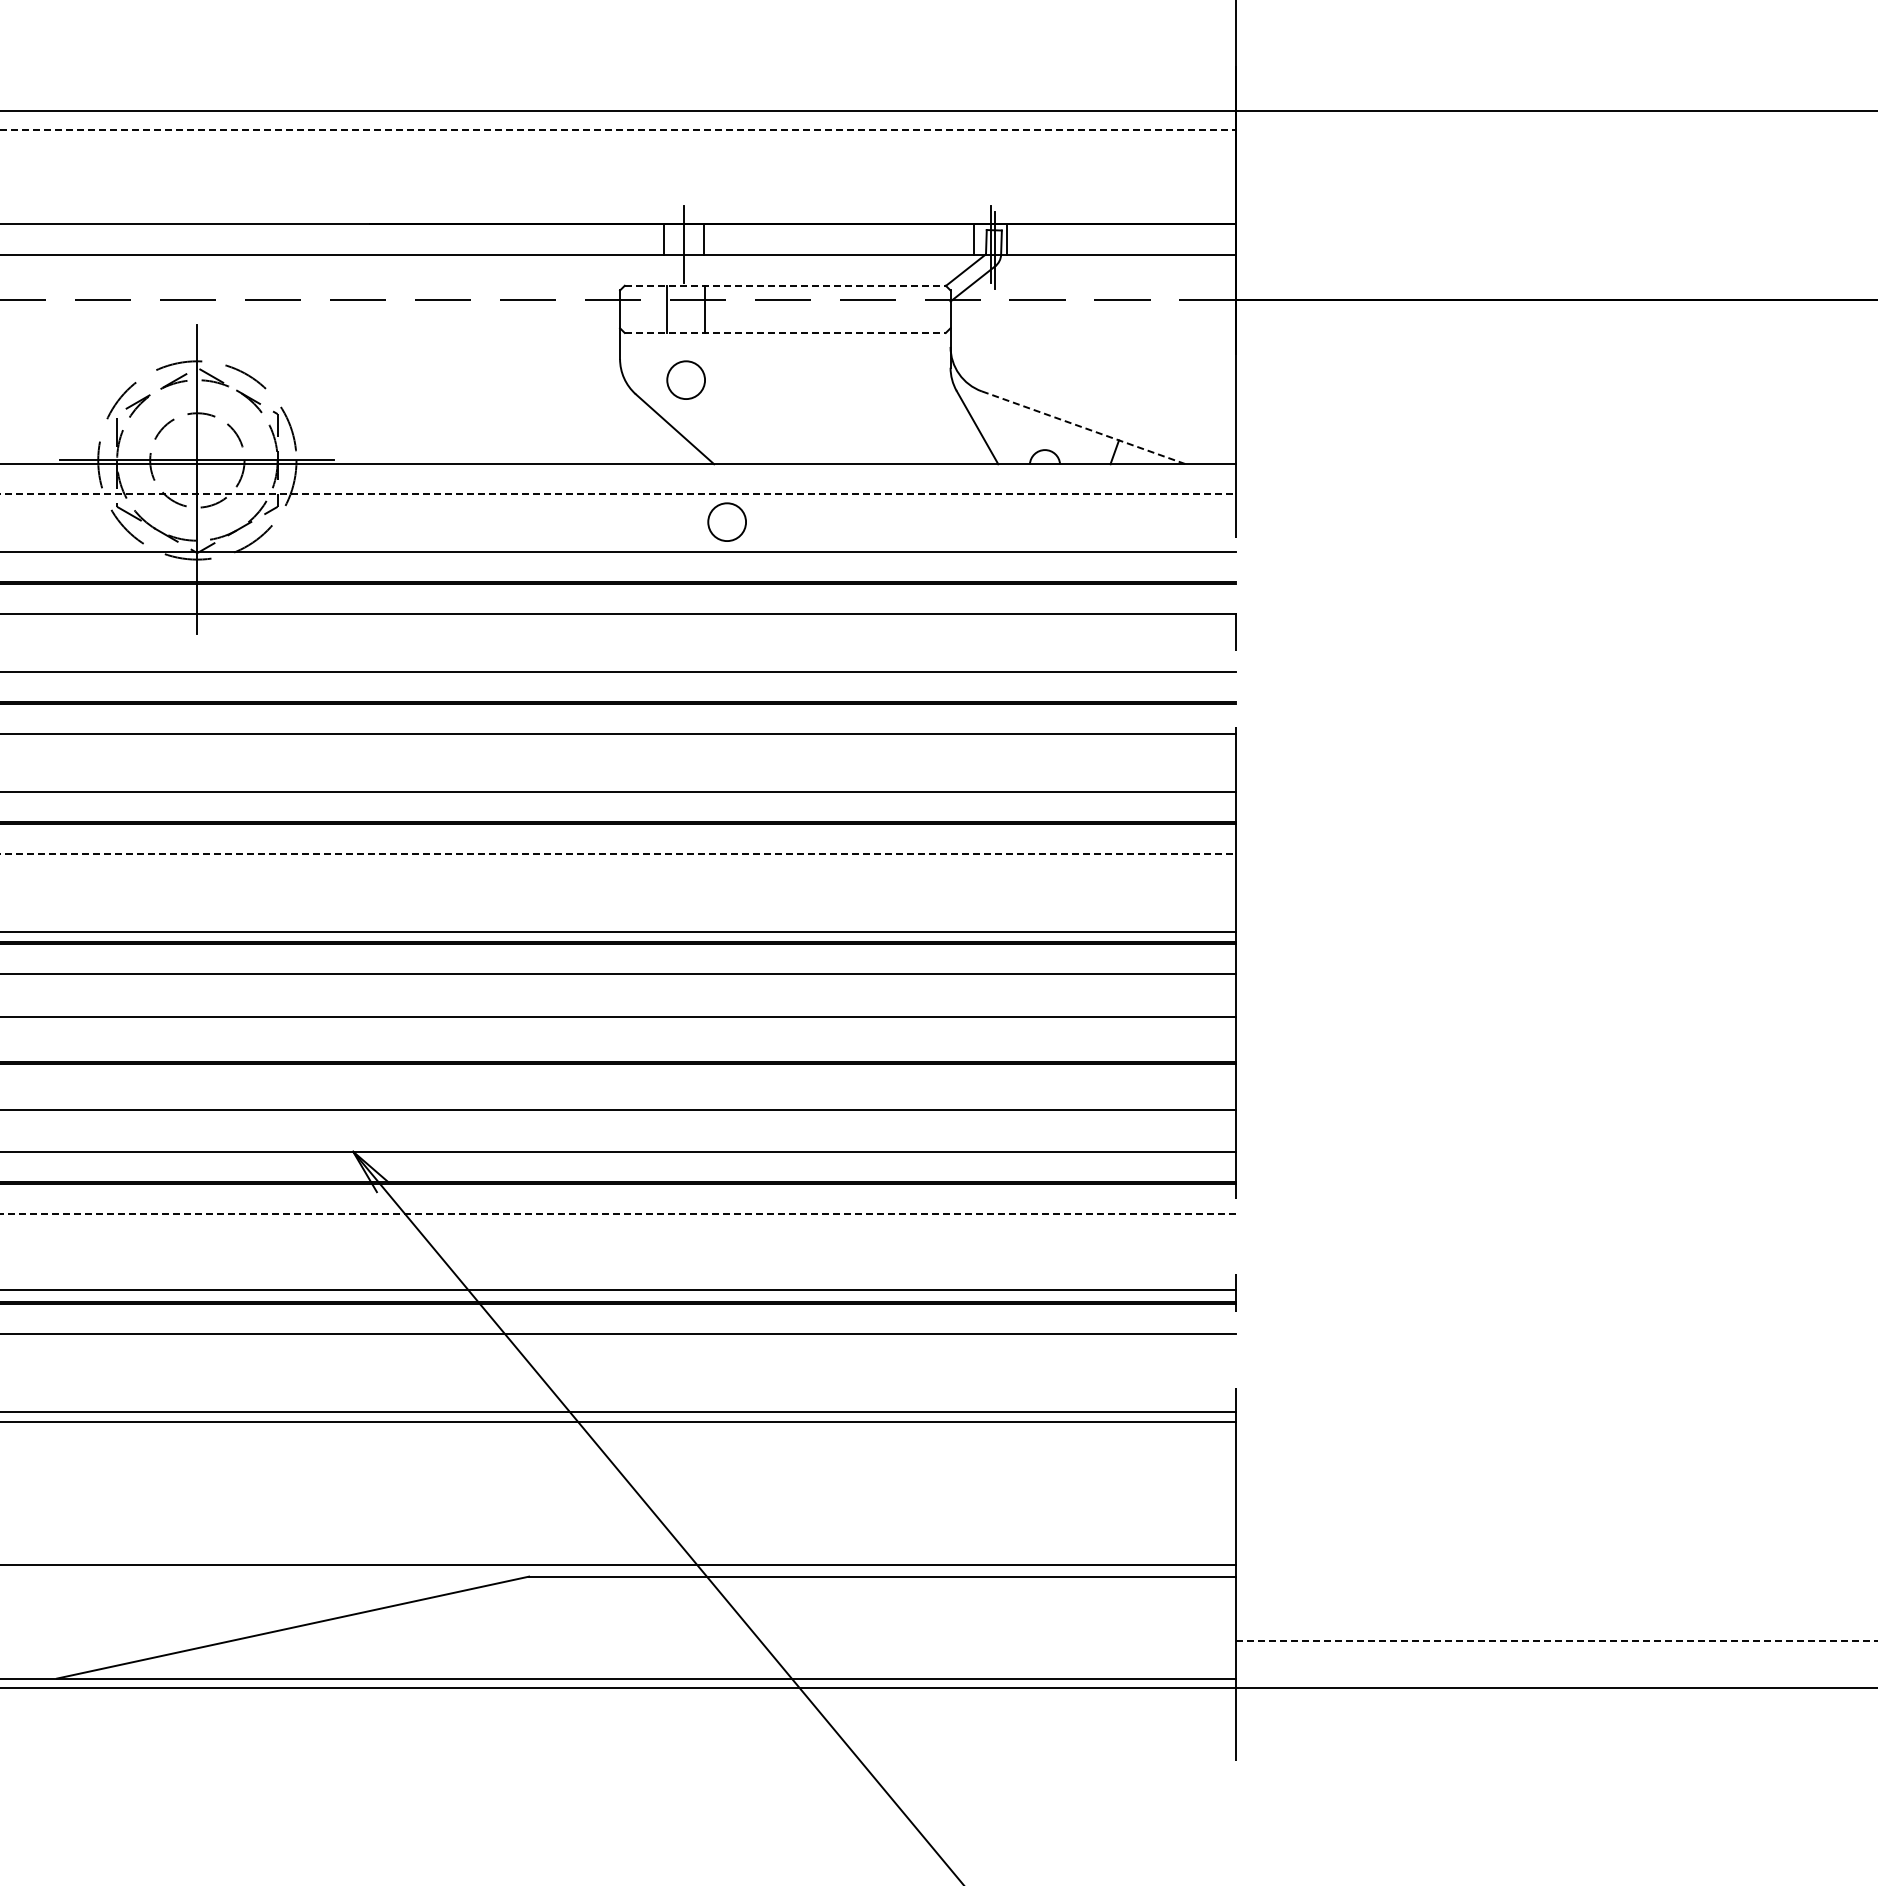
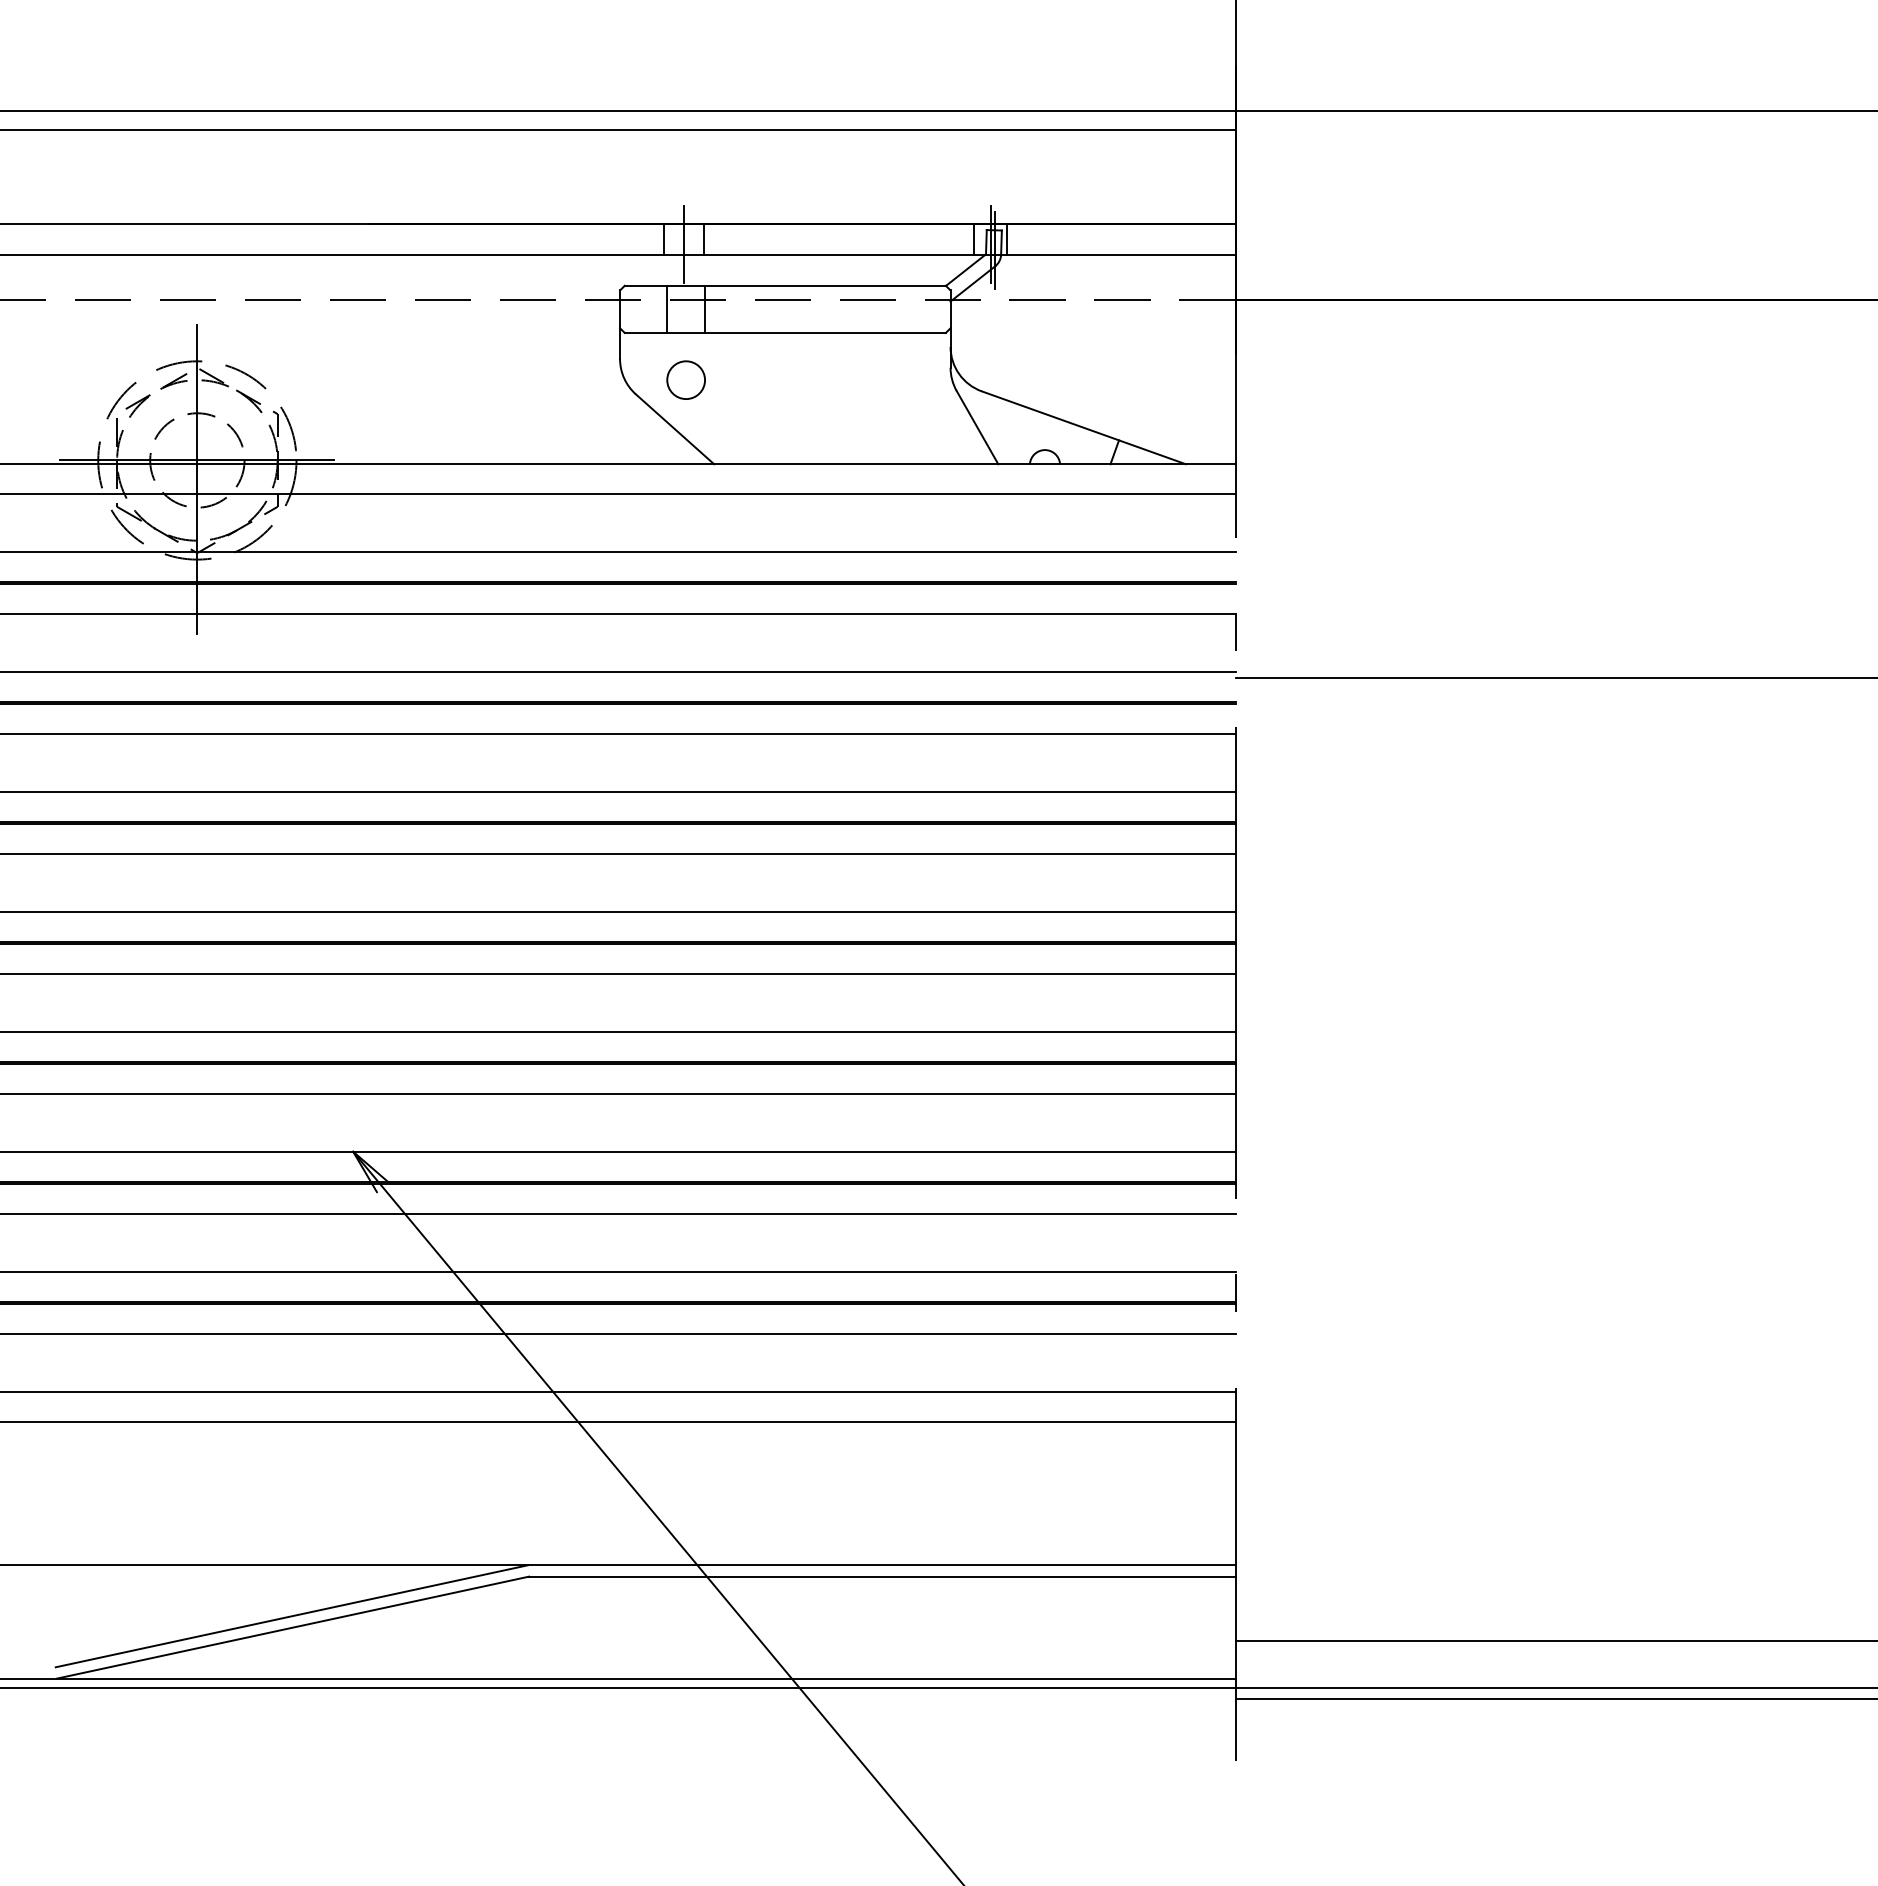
line at (618, 129): dashed -> solid
line at (785, 285): dashed -> solid
line at (785, 332): dashed -> solid
line at (1084, 427): dashed -> solid
line at (618, 494): dashed -> solid
circle at (726, 521): present -> none
line at (1555, 677): none -> present
line at (618, 854): dashed -> solid
line at (619, 931) position: (619, 931) -> (619, 911)
line at (619, 1016) position: (619, 1016) -> (619, 1031)
line at (619, 1110) position: (619, 1110) -> (619, 1094)
line at (618, 1214): dashed -> solid
line at (619, 1289) position: (619, 1289) -> (619, 1271)
line at (619, 1411) position: (619, 1411) -> (619, 1391)
line at (291, 1616): none -> present
line at (1557, 1640): dashed -> solid
line at (1555, 1699): none -> present
